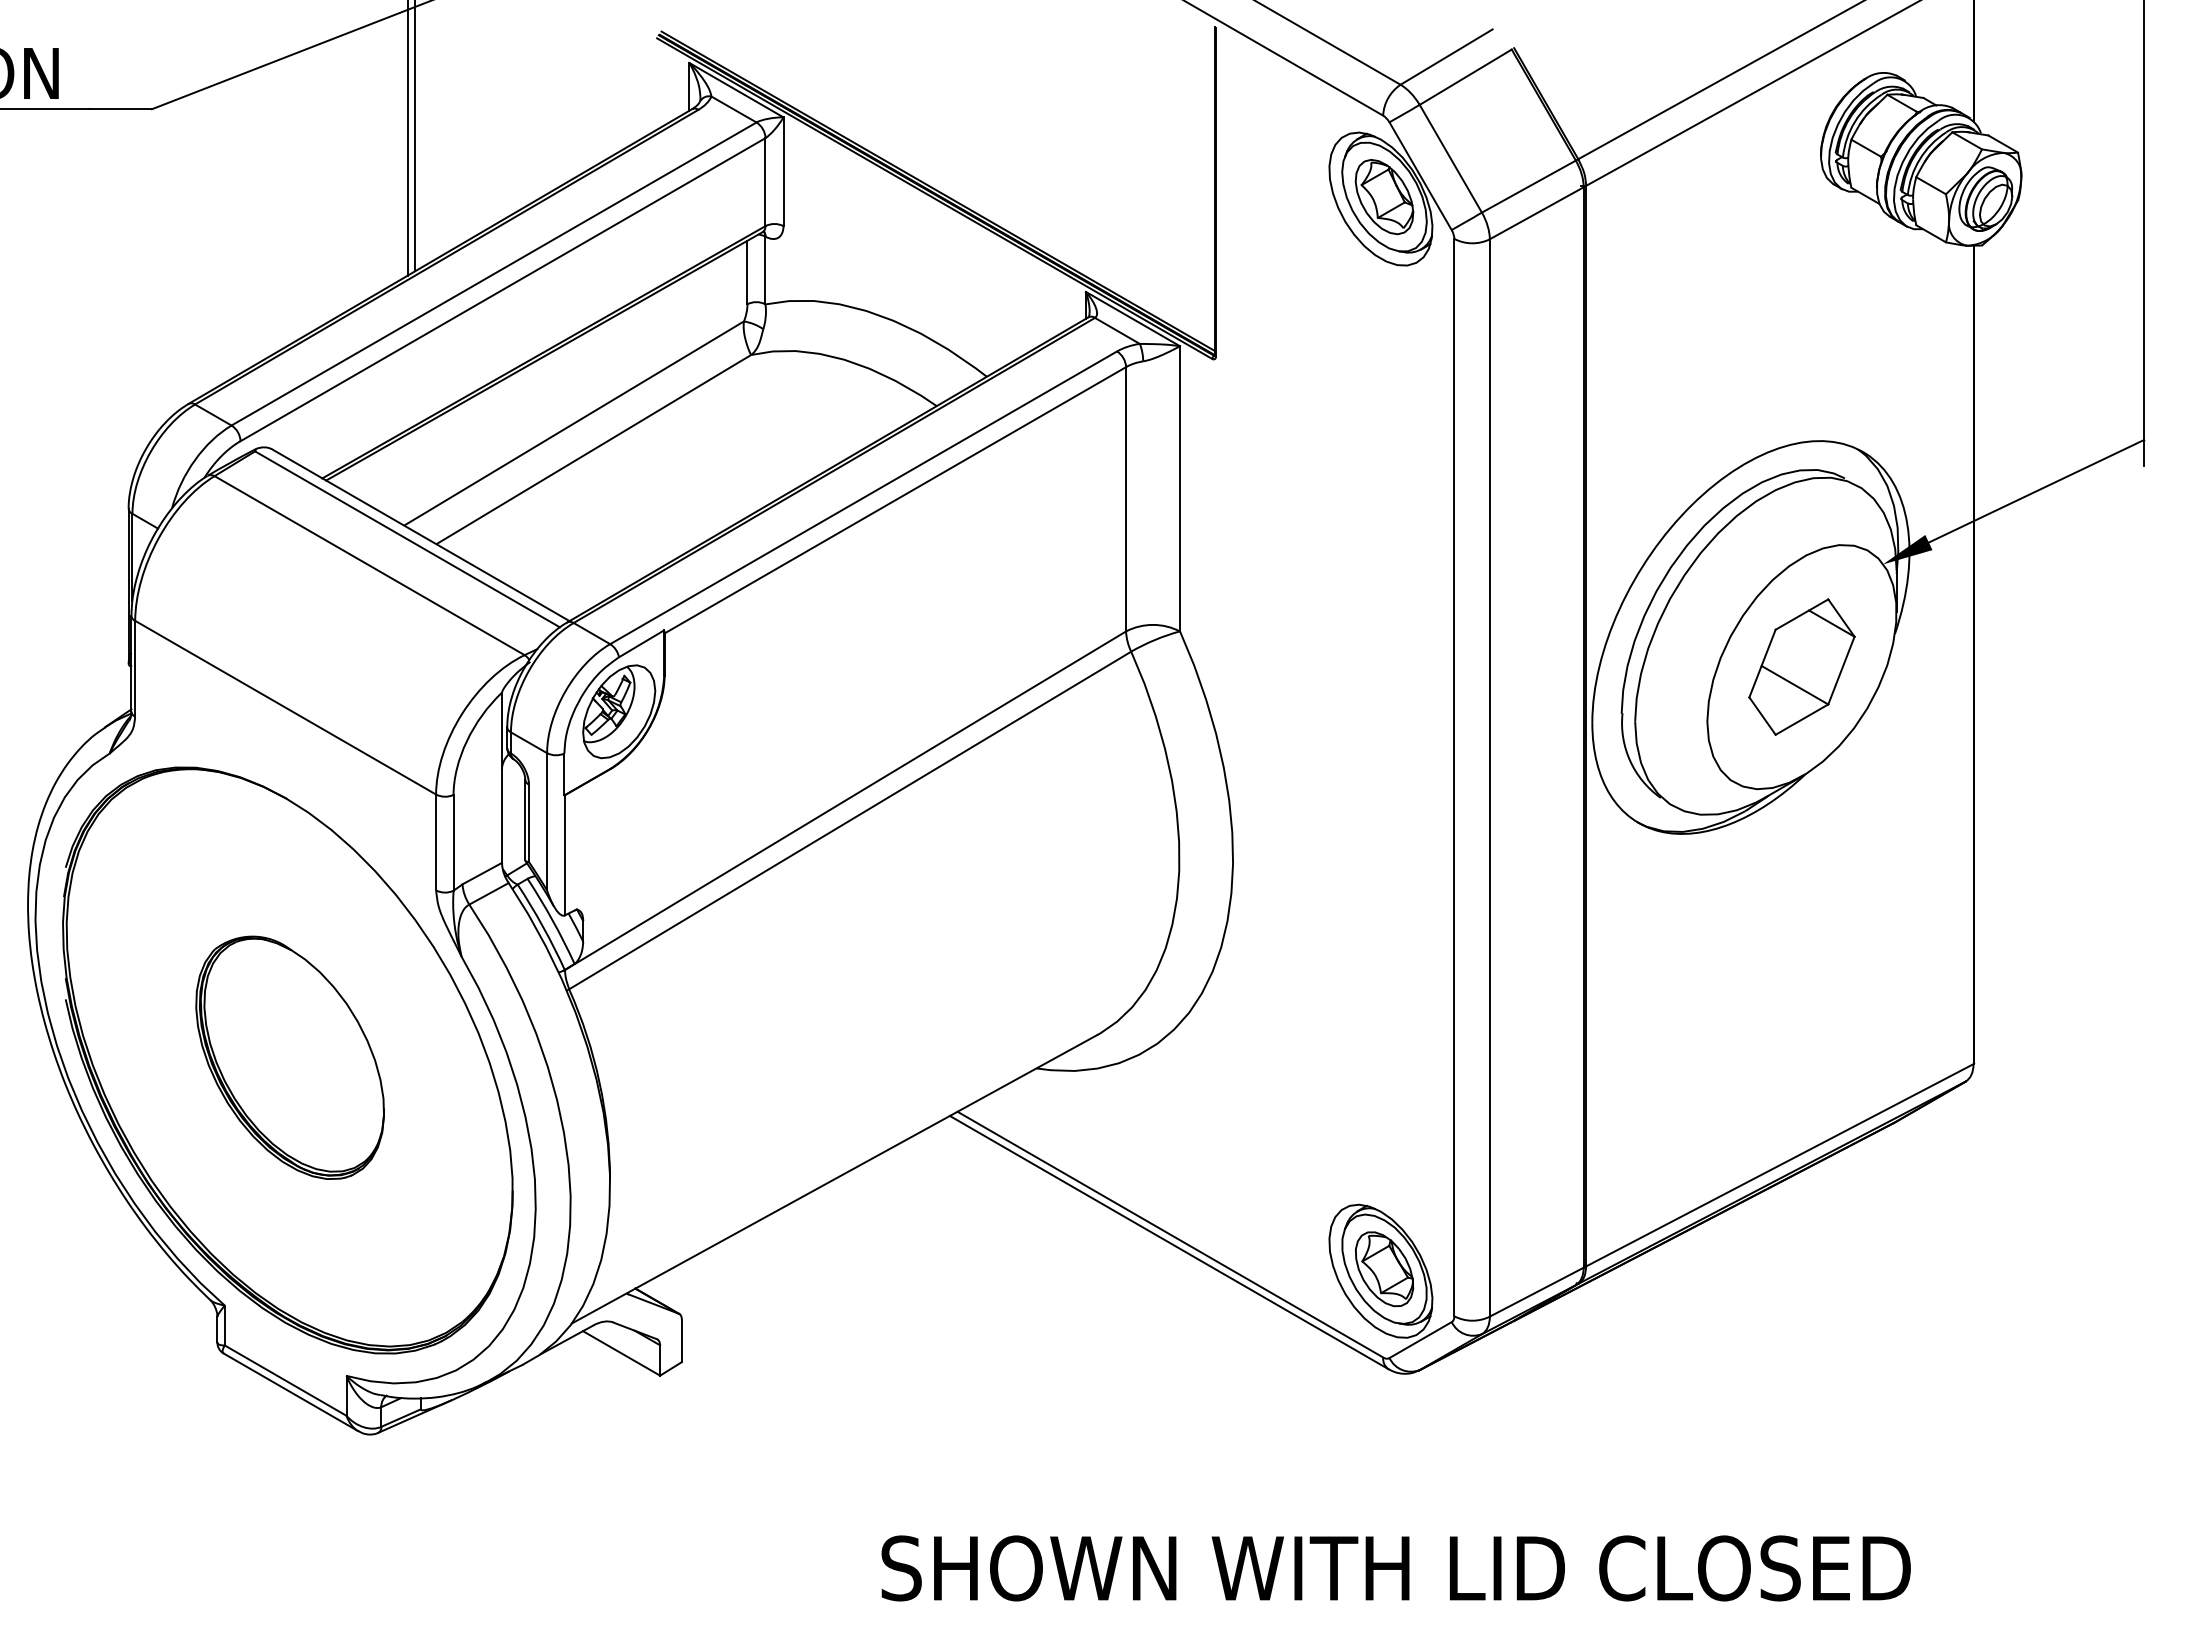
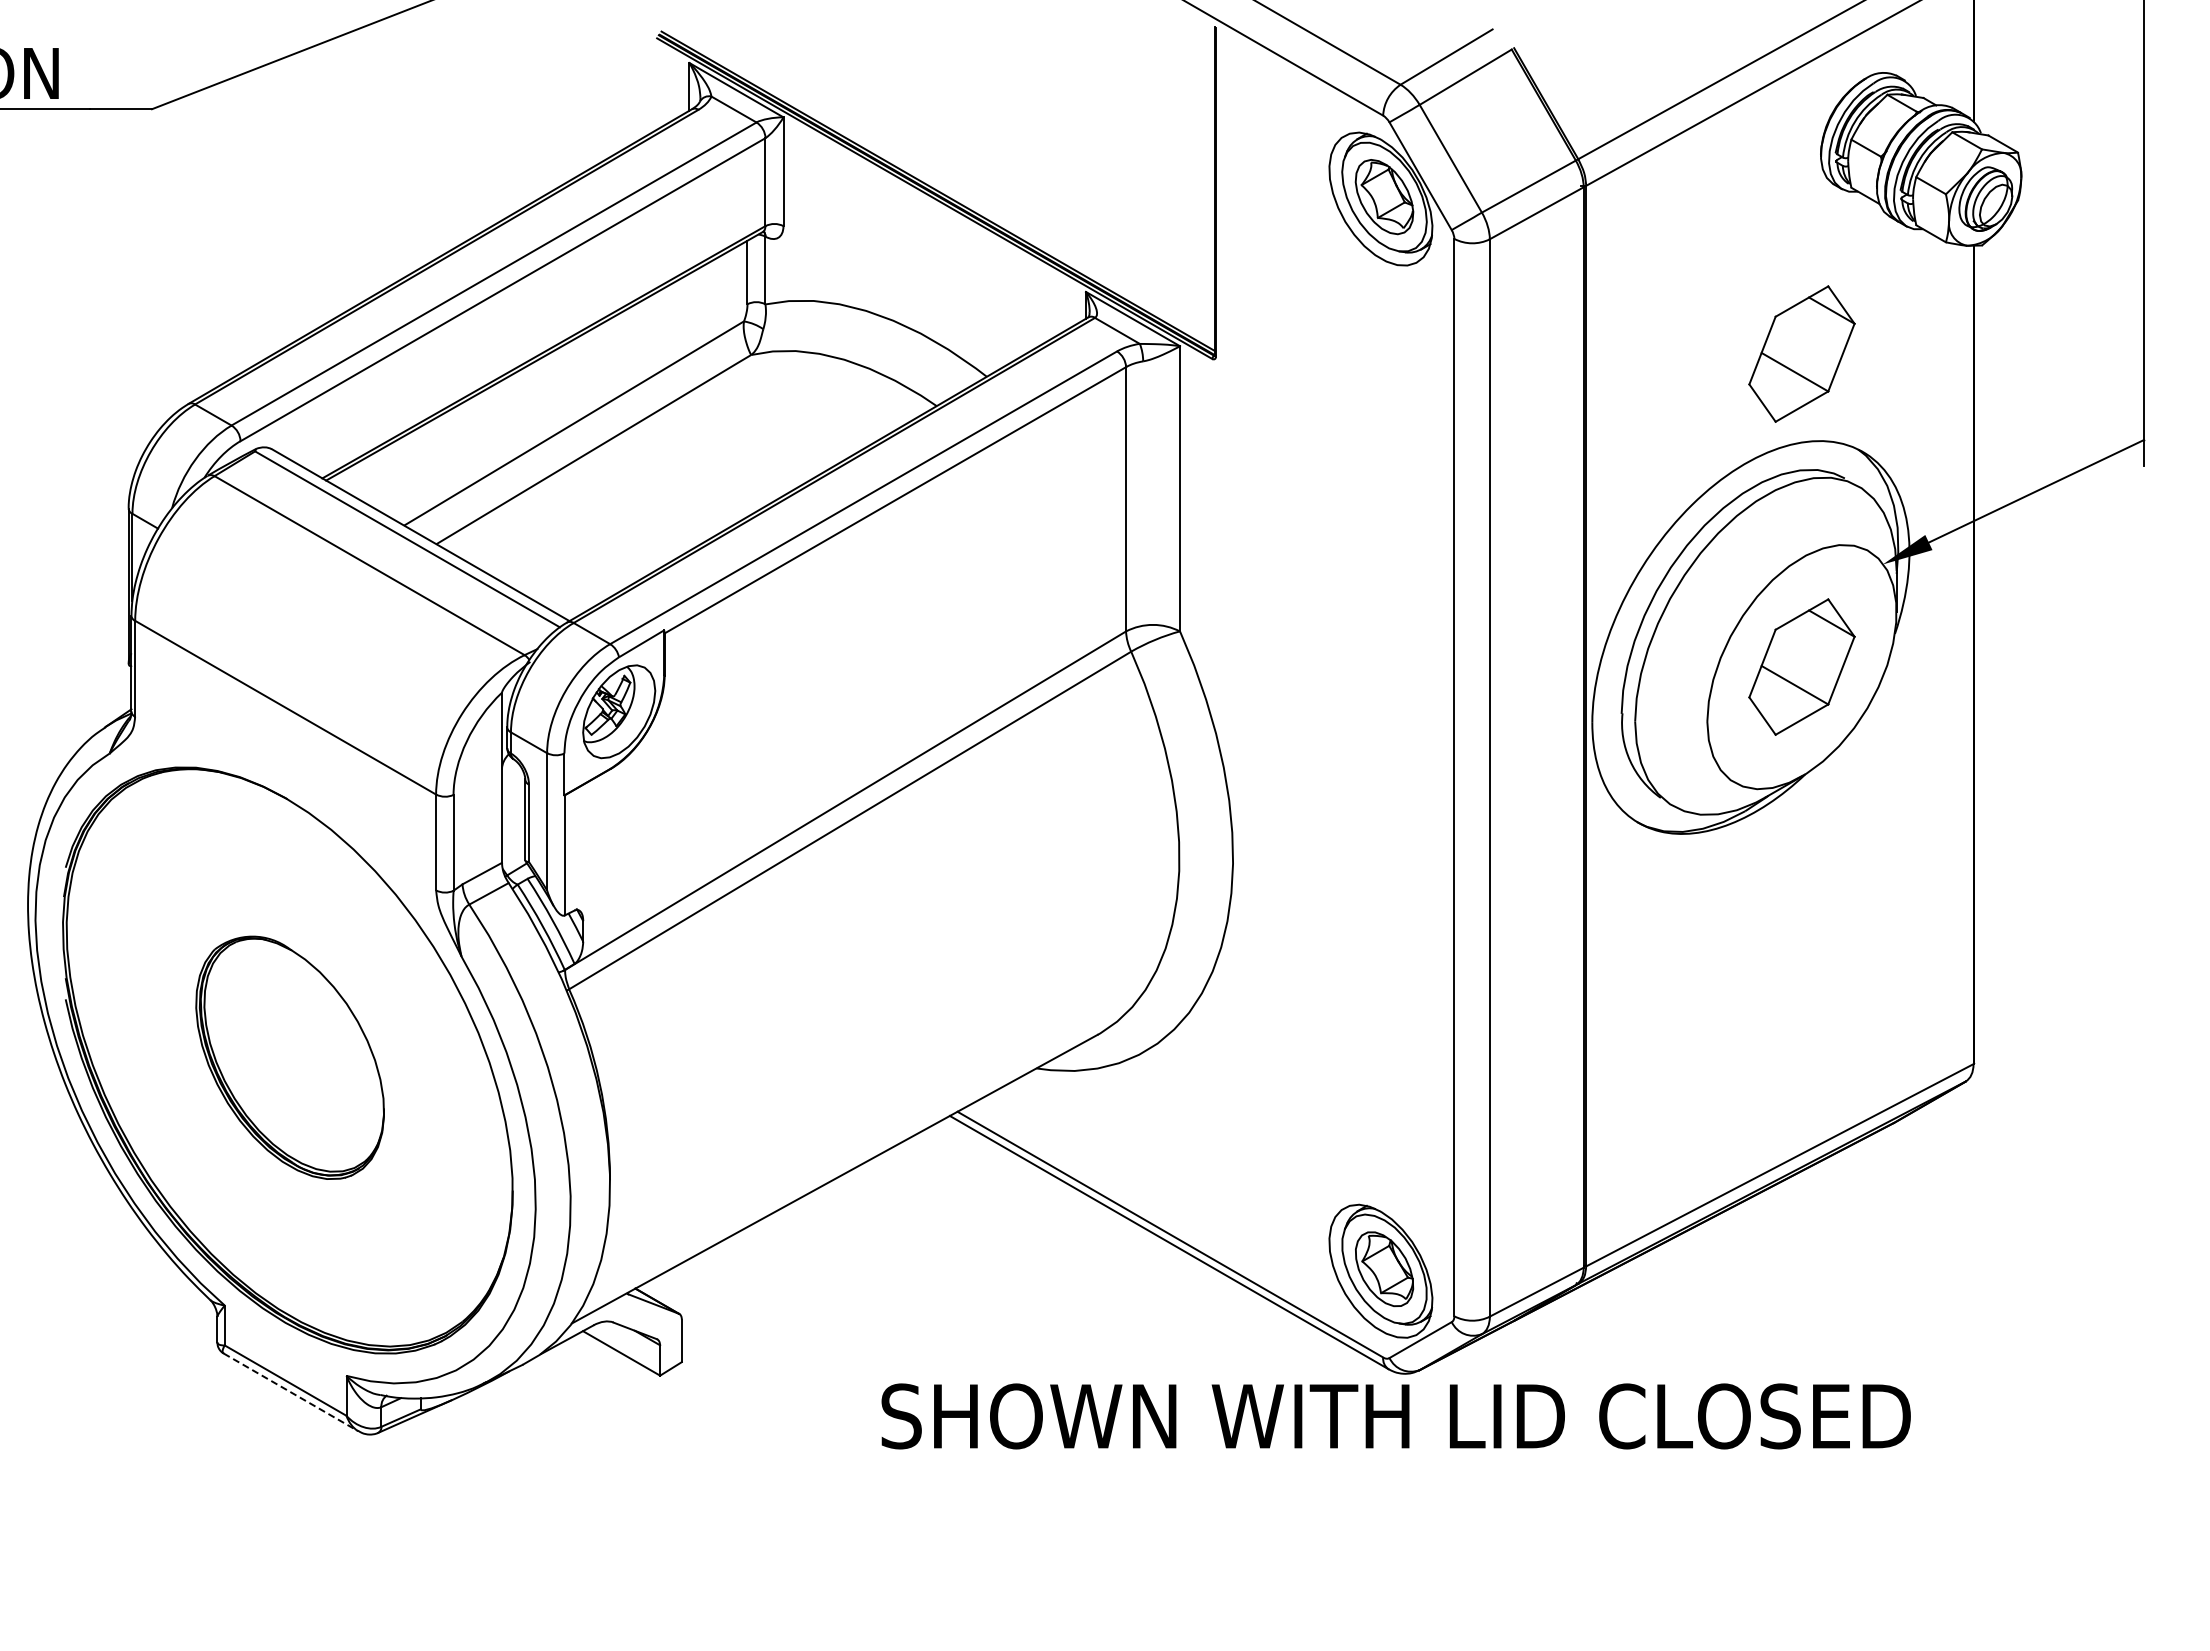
line at (415, 136): present -> none
line at (407, 138): present -> none
part at (1801, 353): none -> present
line at (290, 1392): solid -> dashed
text at (1395, 1568) position: (1395, 1568) -> (1395, 1416)
